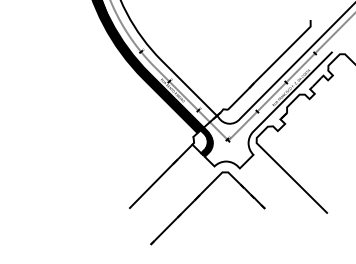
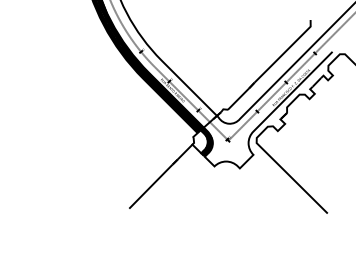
part at (198, 198): present -> none
